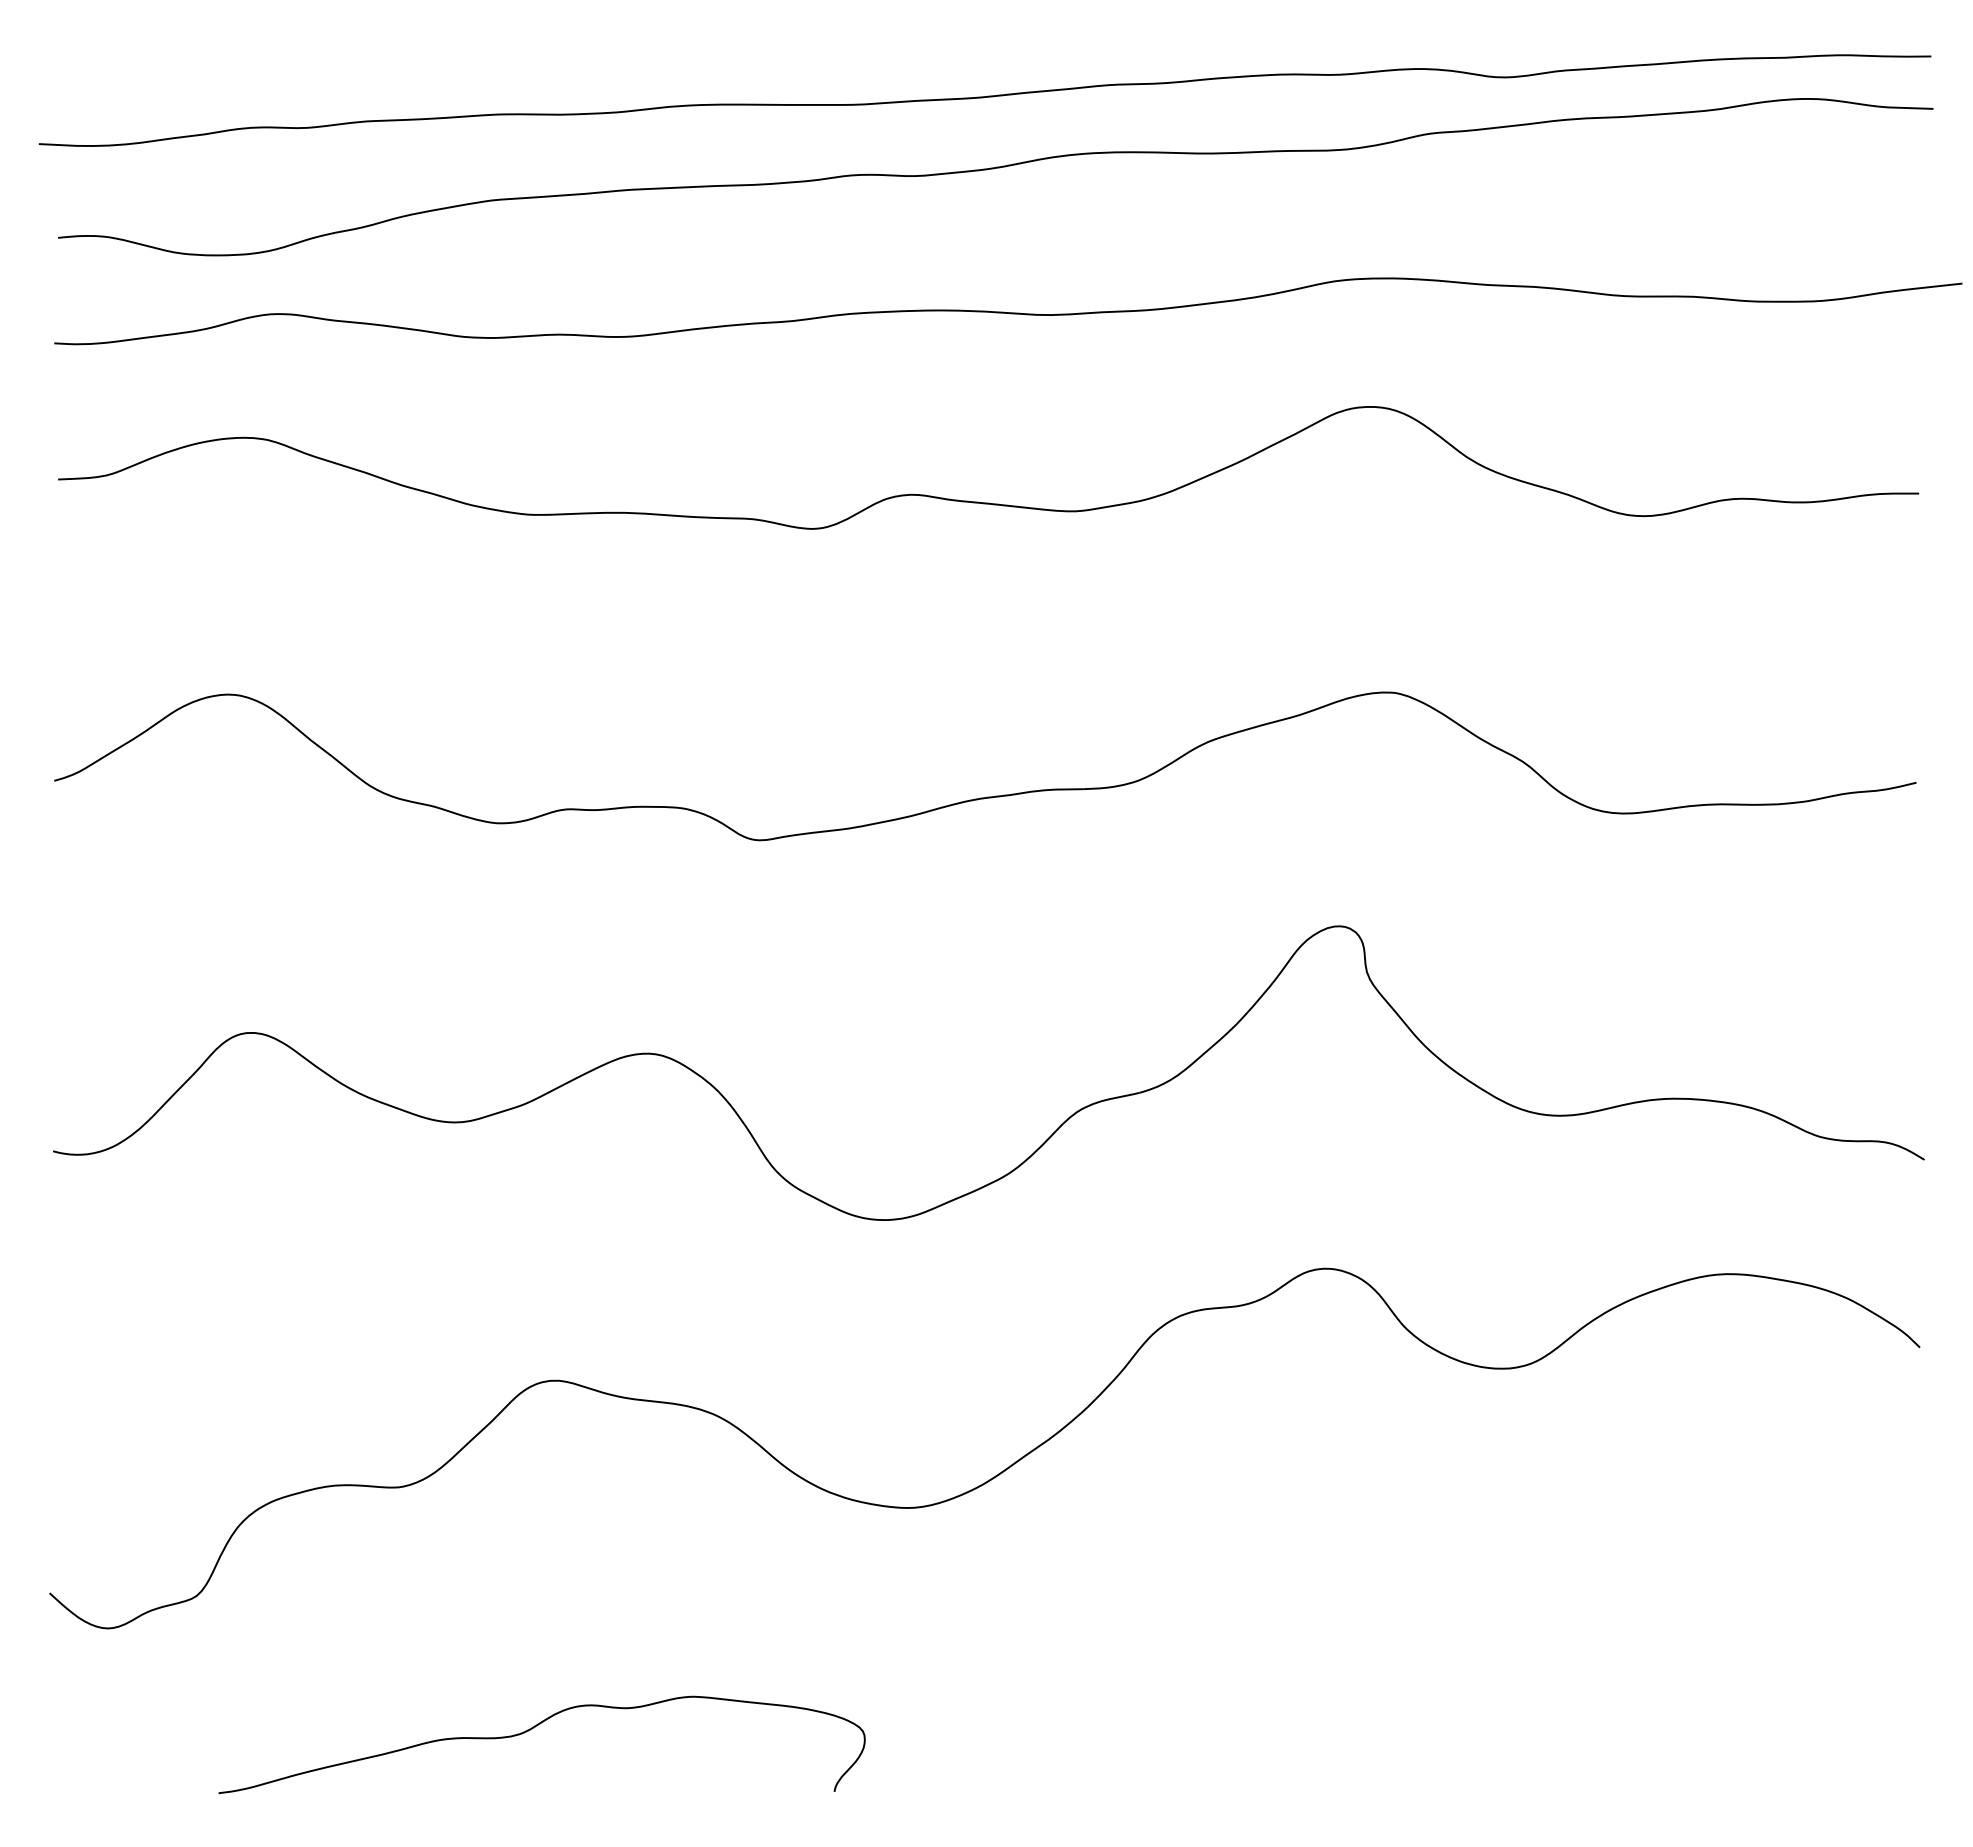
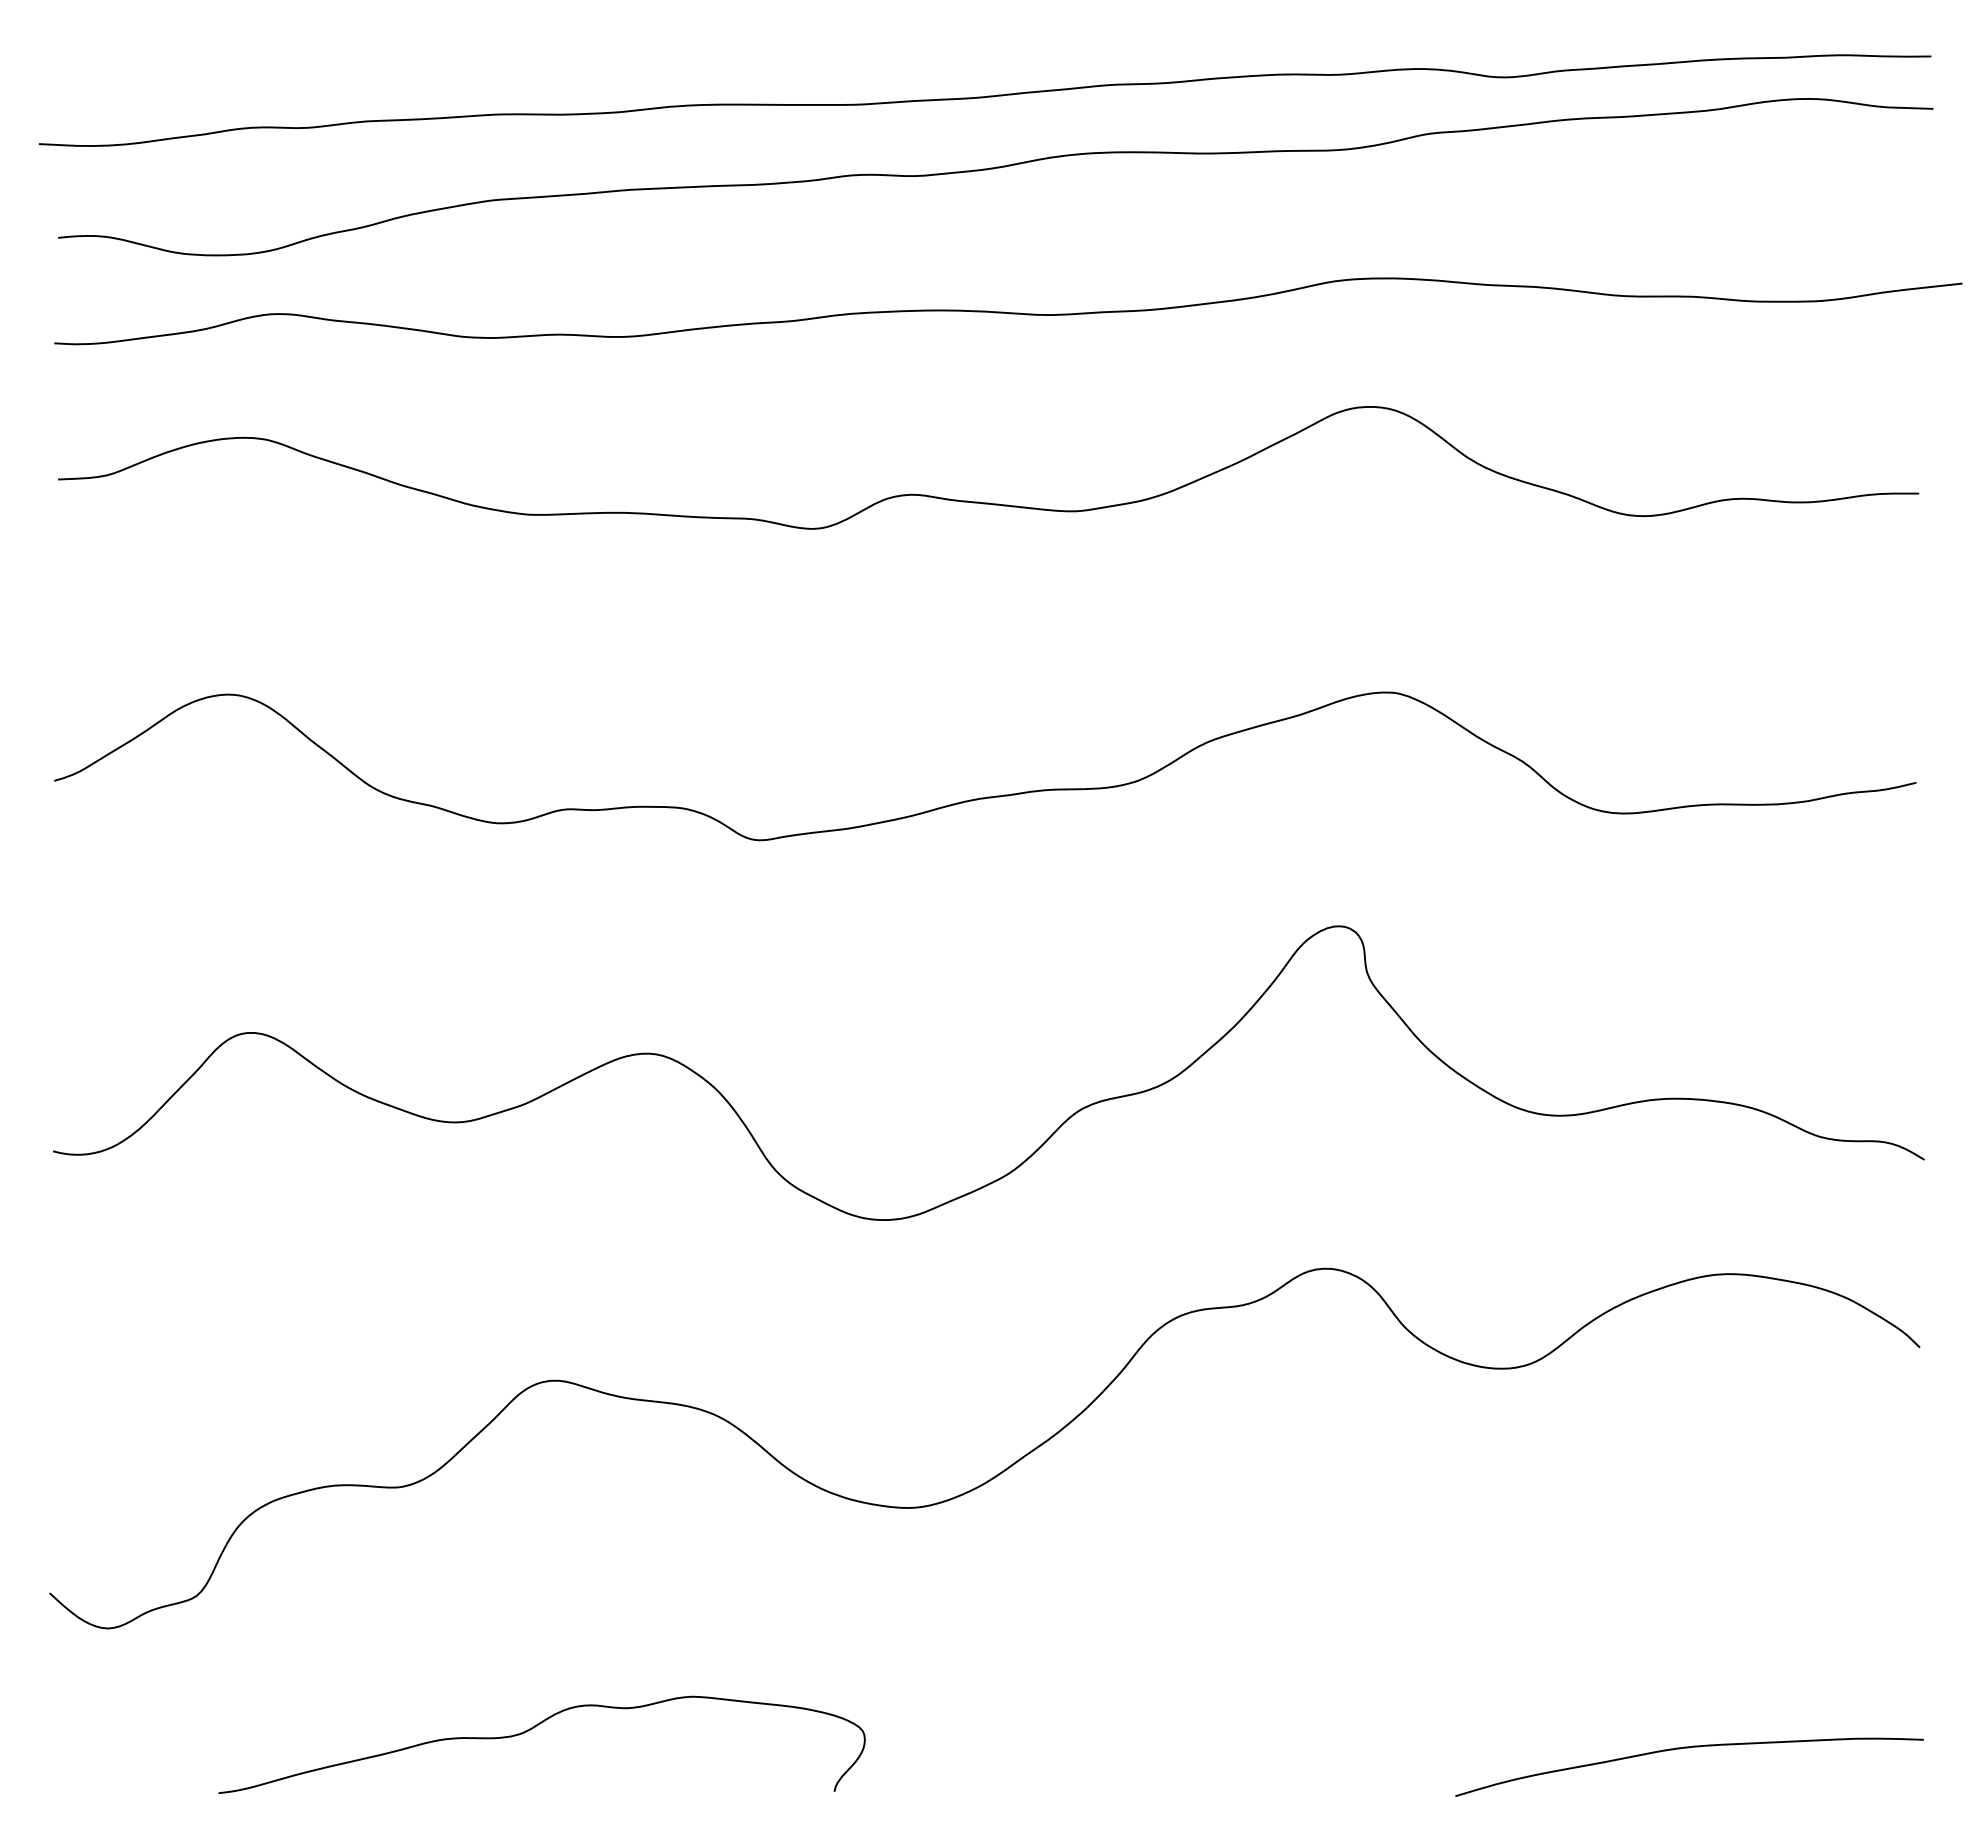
curve at (1689, 1748): none -> present
